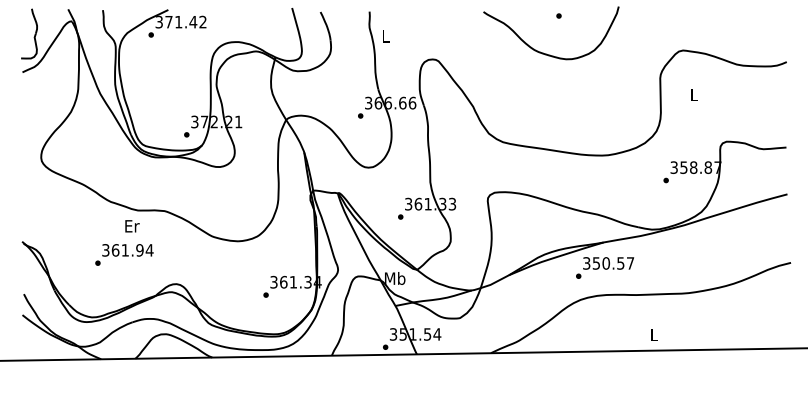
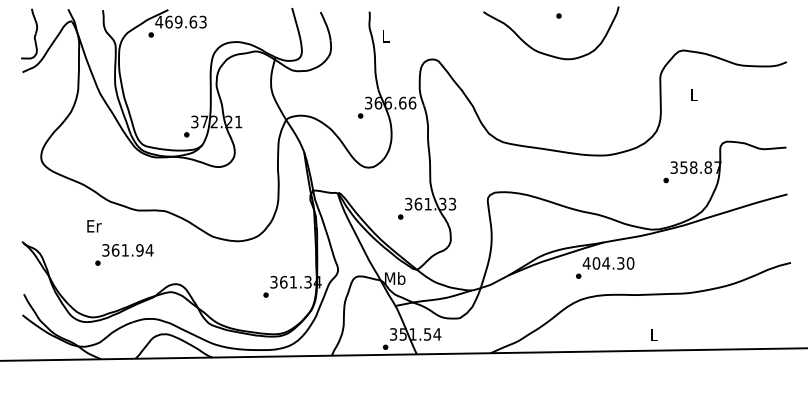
text at (180, 21): 371.42 -> 469.63
text at (132, 226) position: (132, 226) -> (94, 226)
text at (608, 263): 350.57 -> 404.30
